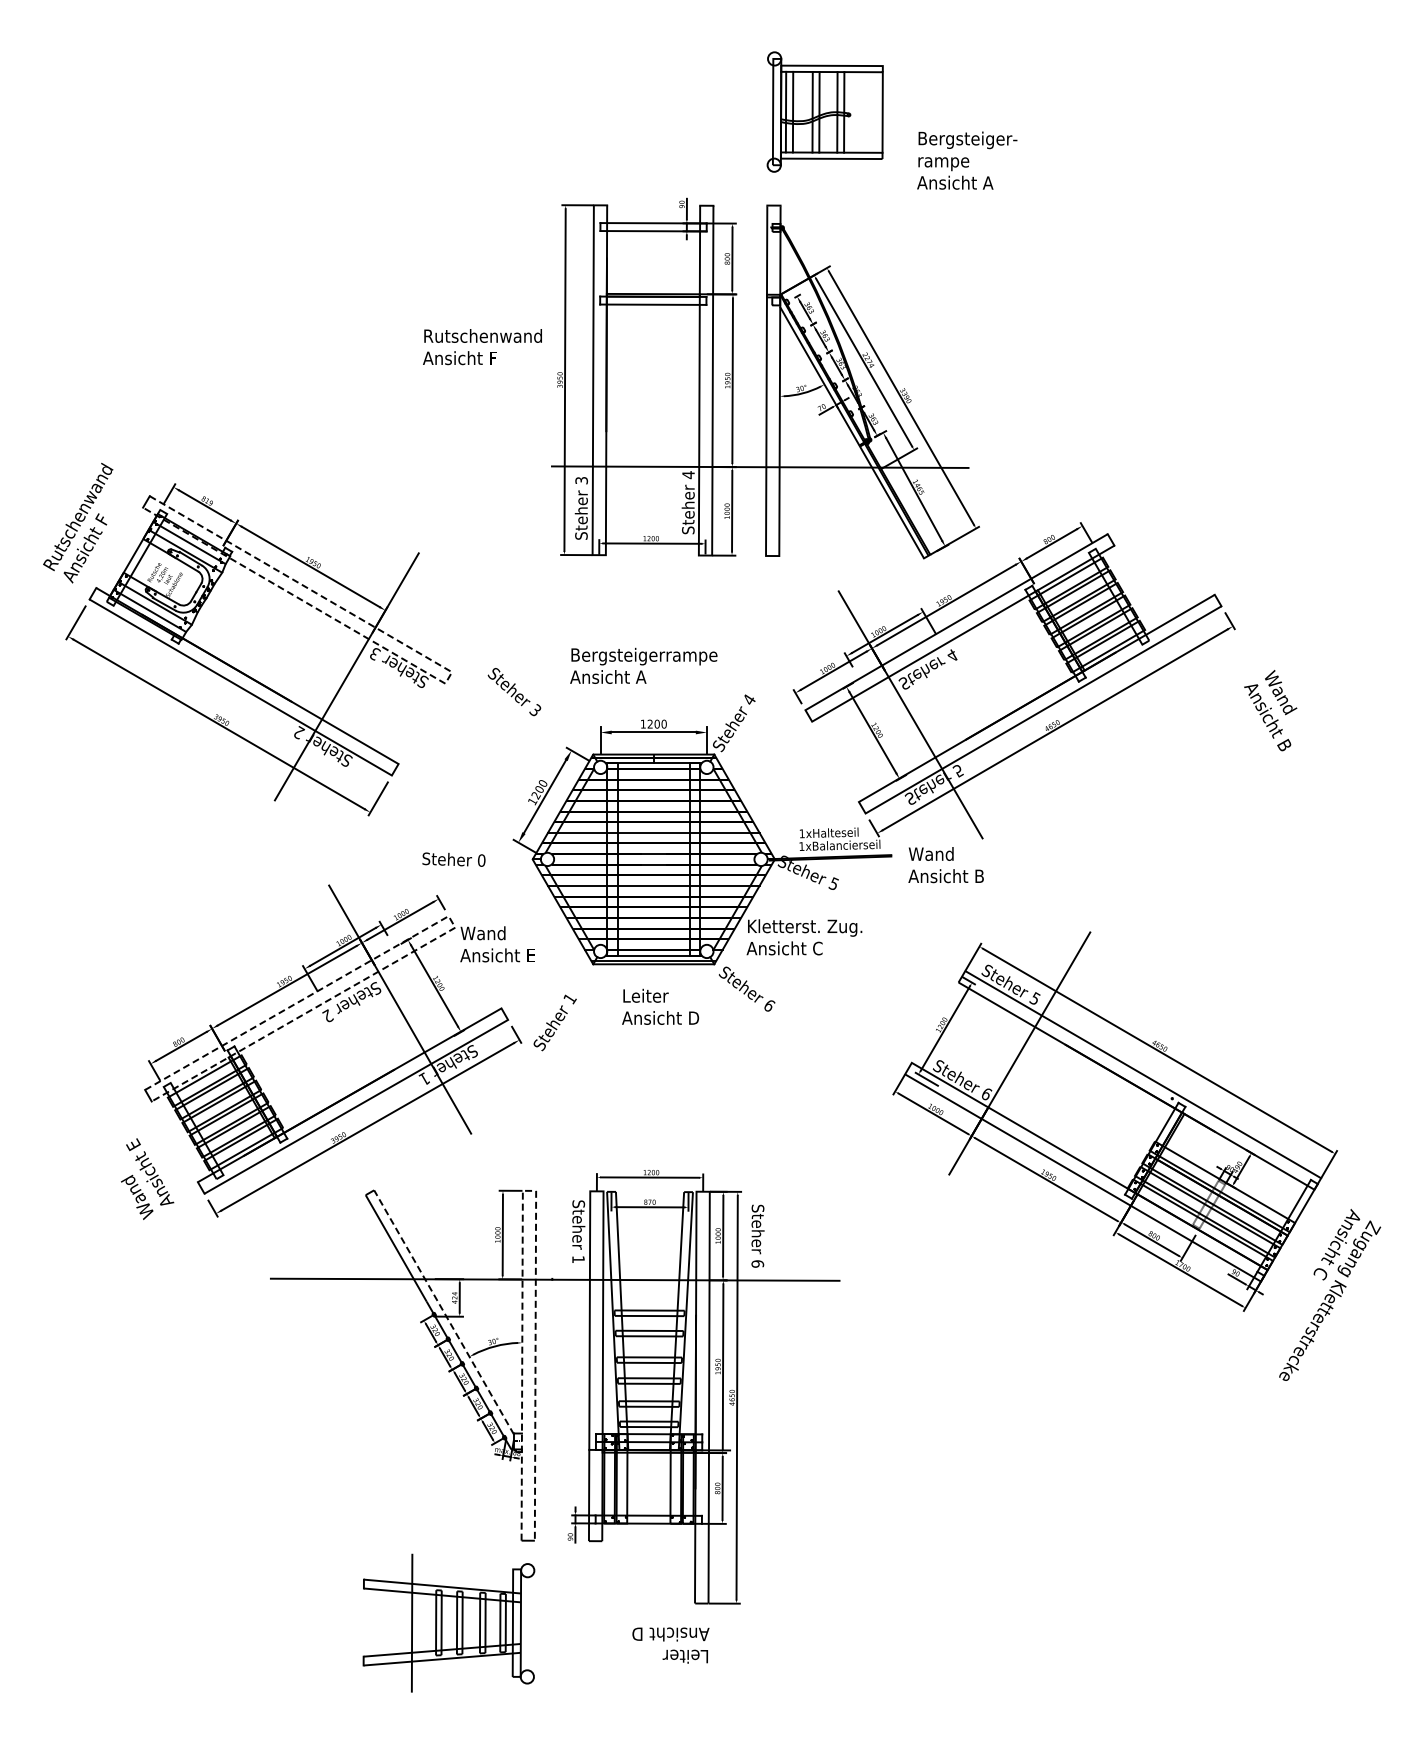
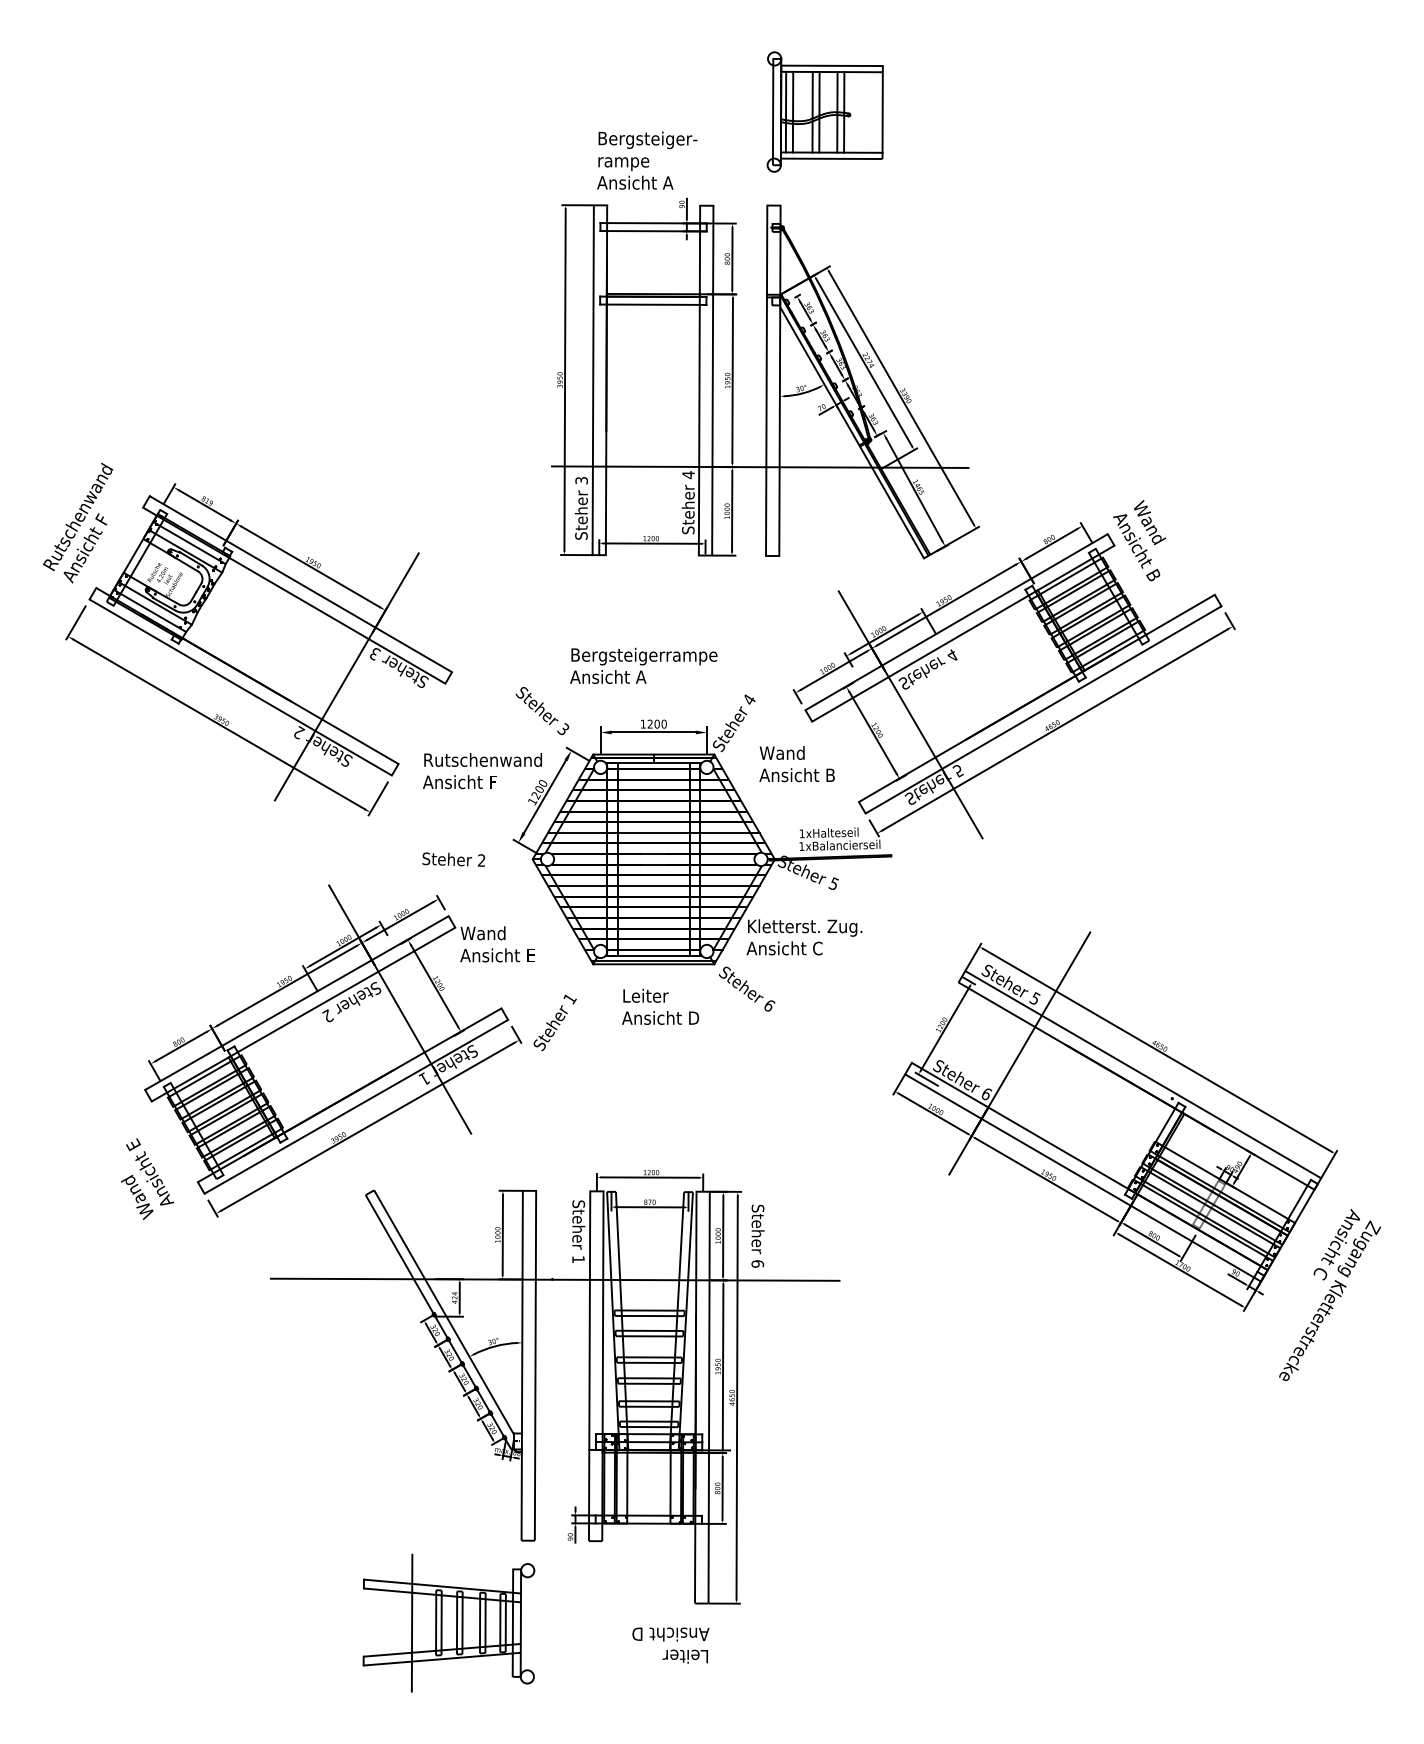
text at (967, 160) position: (967, 160) -> (647, 160)
text at (482, 347) position: (482, 347) -> (482, 771)
line at (448, 677): dashed -> solid
text at (514, 692) position: (514, 692) -> (542, 711)
text at (1270, 710) position: (1270, 710) -> (1139, 540)
text at (481, 860): 0 -> 2
text at (945, 865) position: (945, 865) -> (796, 764)
line at (452, 921): dashed -> solid
line at (529, 1190): dashed -> solid
line at (444, 1312): dashed -> solid
